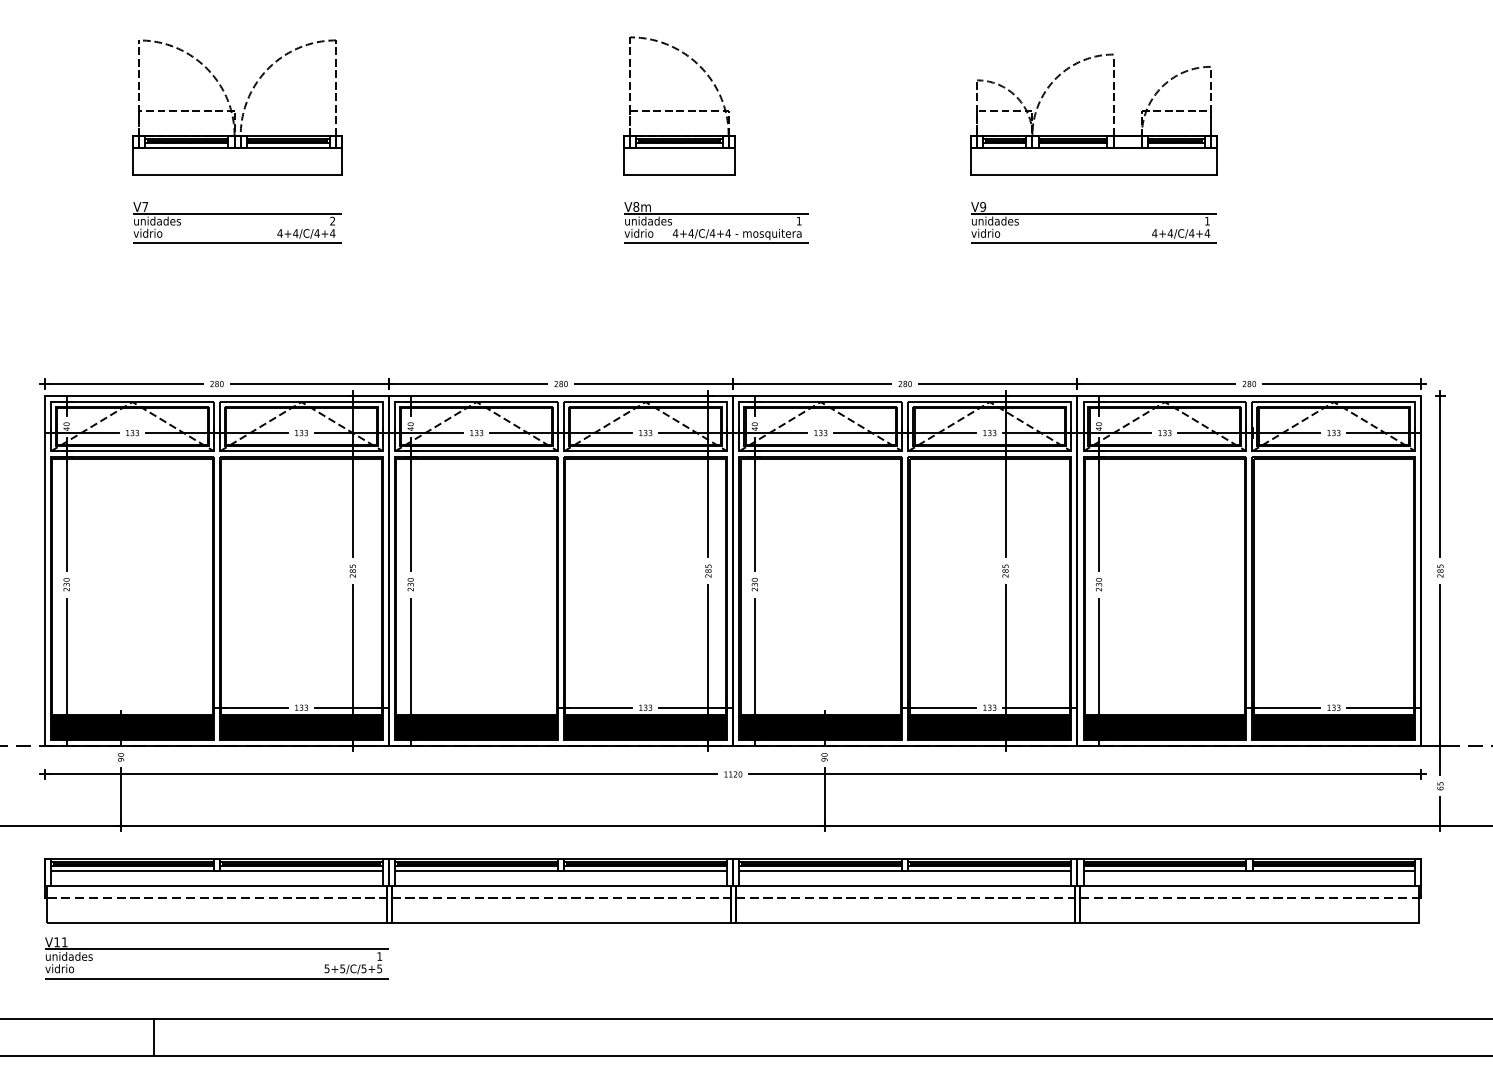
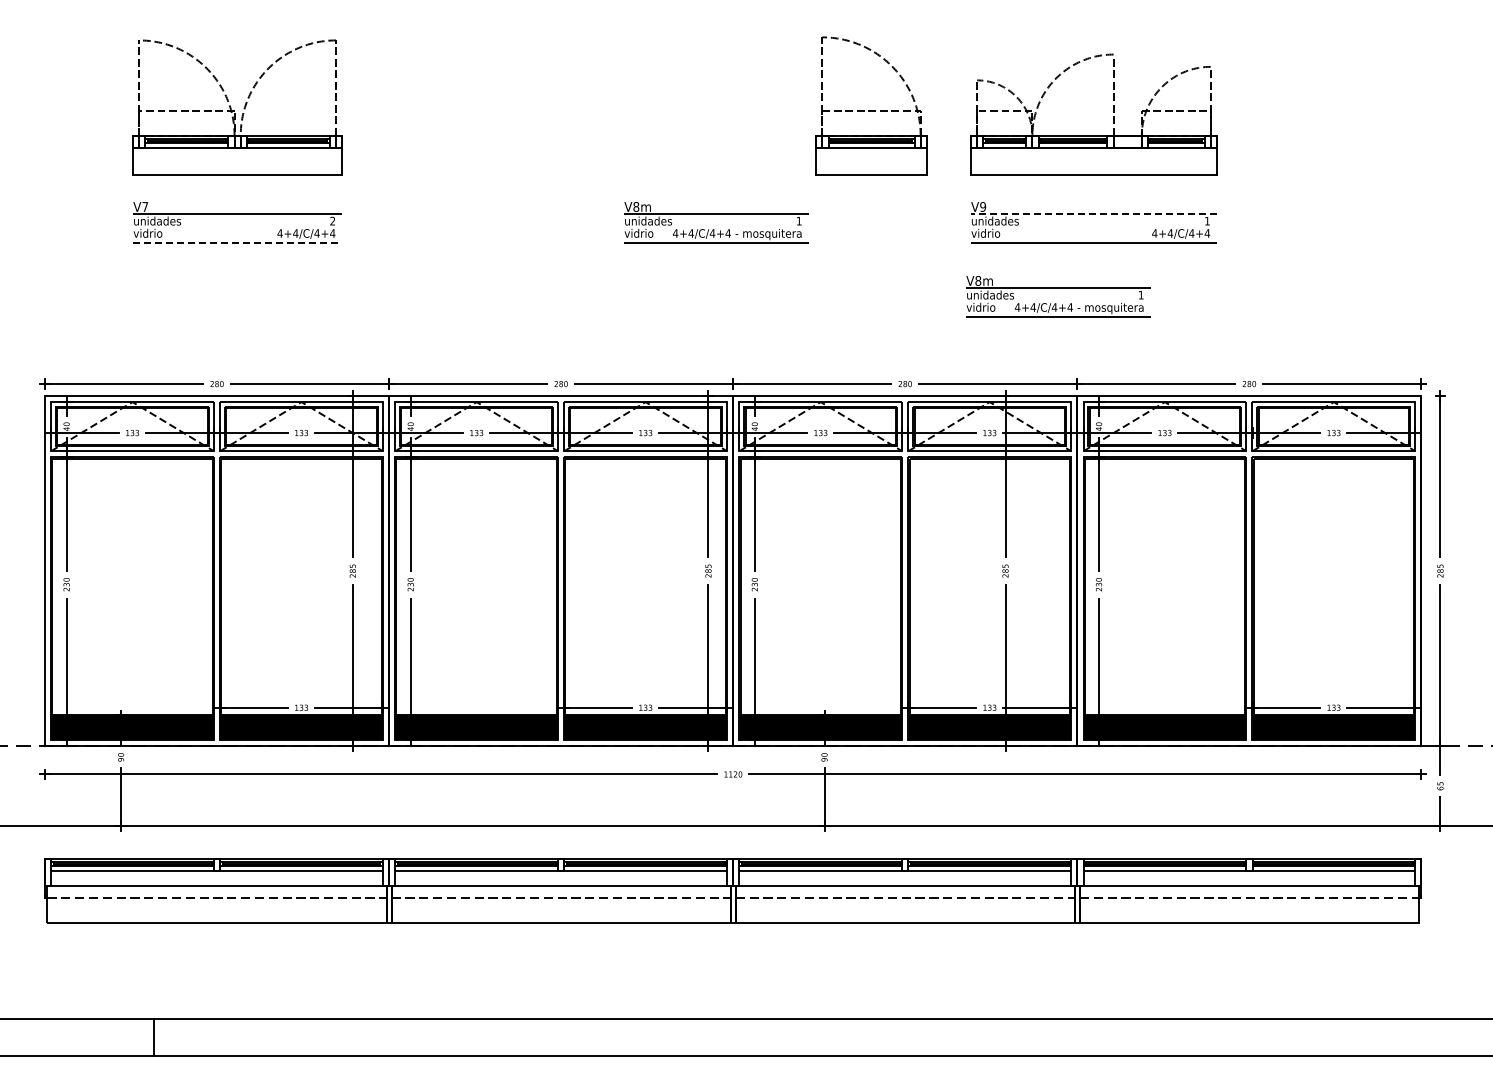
part at (679, 105) position: (679, 105) -> (871, 105)
line at (1093, 213): solid -> dashed
line at (238, 243): solid -> dashed
part at (1056, 303): none -> present
part at (216, 949): present -> none
